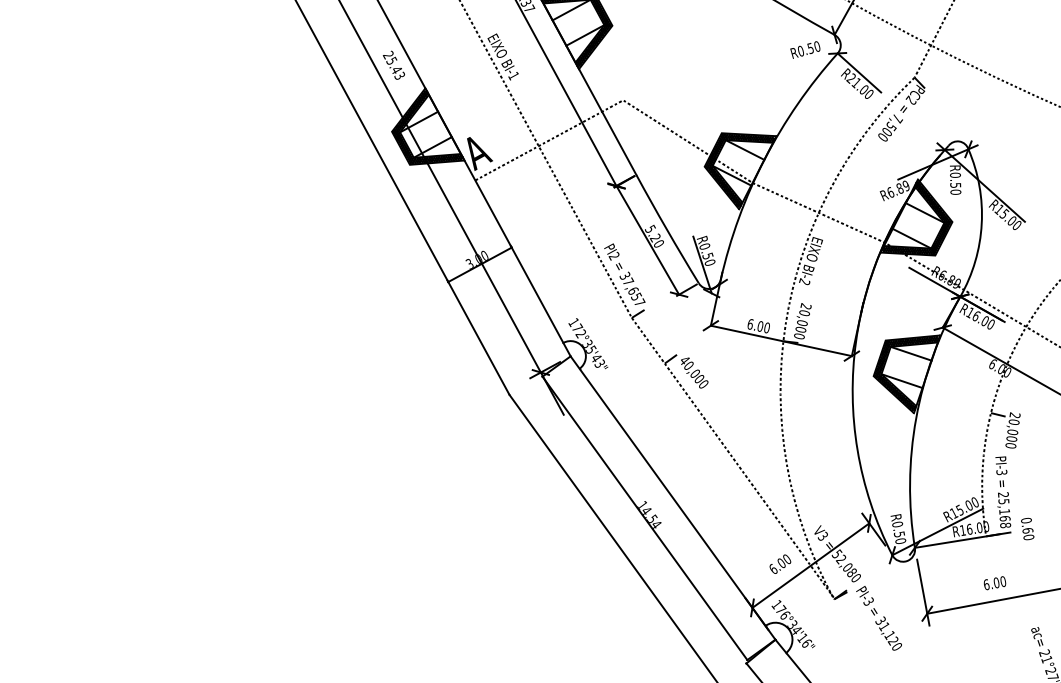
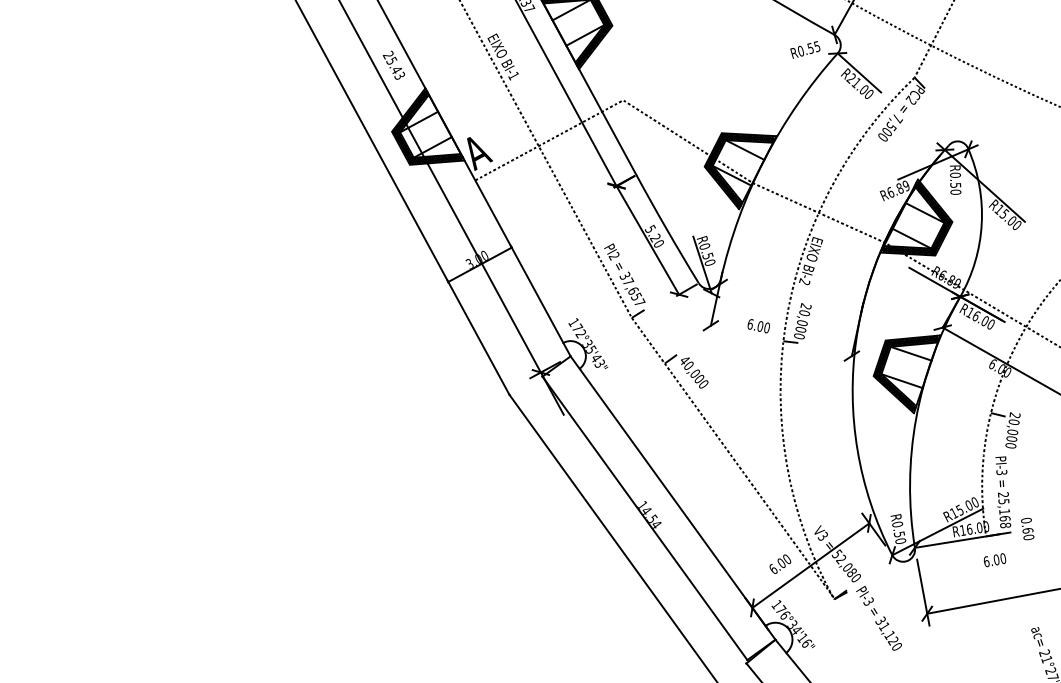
text at (816, 46): R0.50 -> R0.55
line at (780, 340): present -> none
text at (994, 583) position: (994, 583) -> (994, 560)
